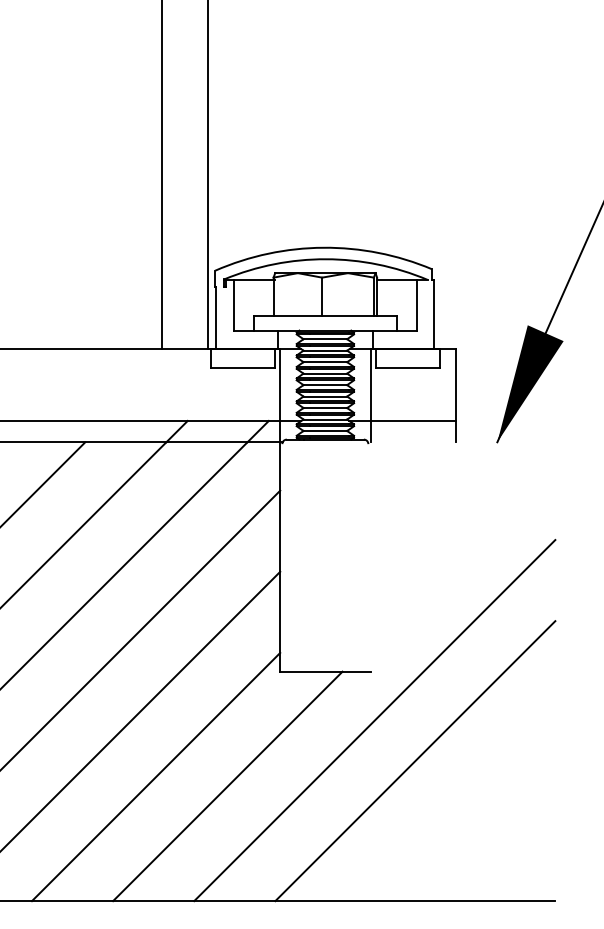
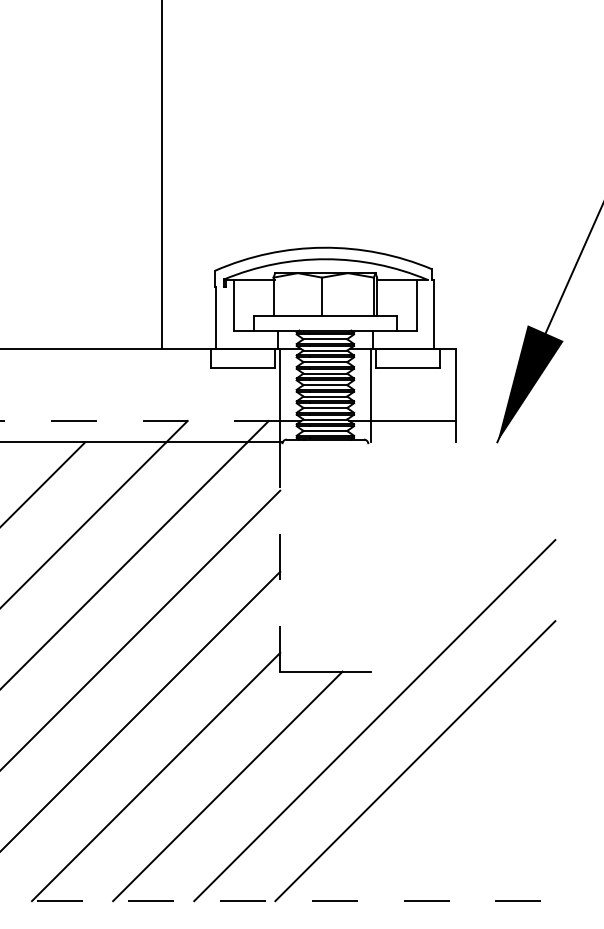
line at (207, 175): present -> none
line at (140, 420): solid -> dashed
line at (280, 557): solid -> dashed
line at (278, 901): solid -> dashed
